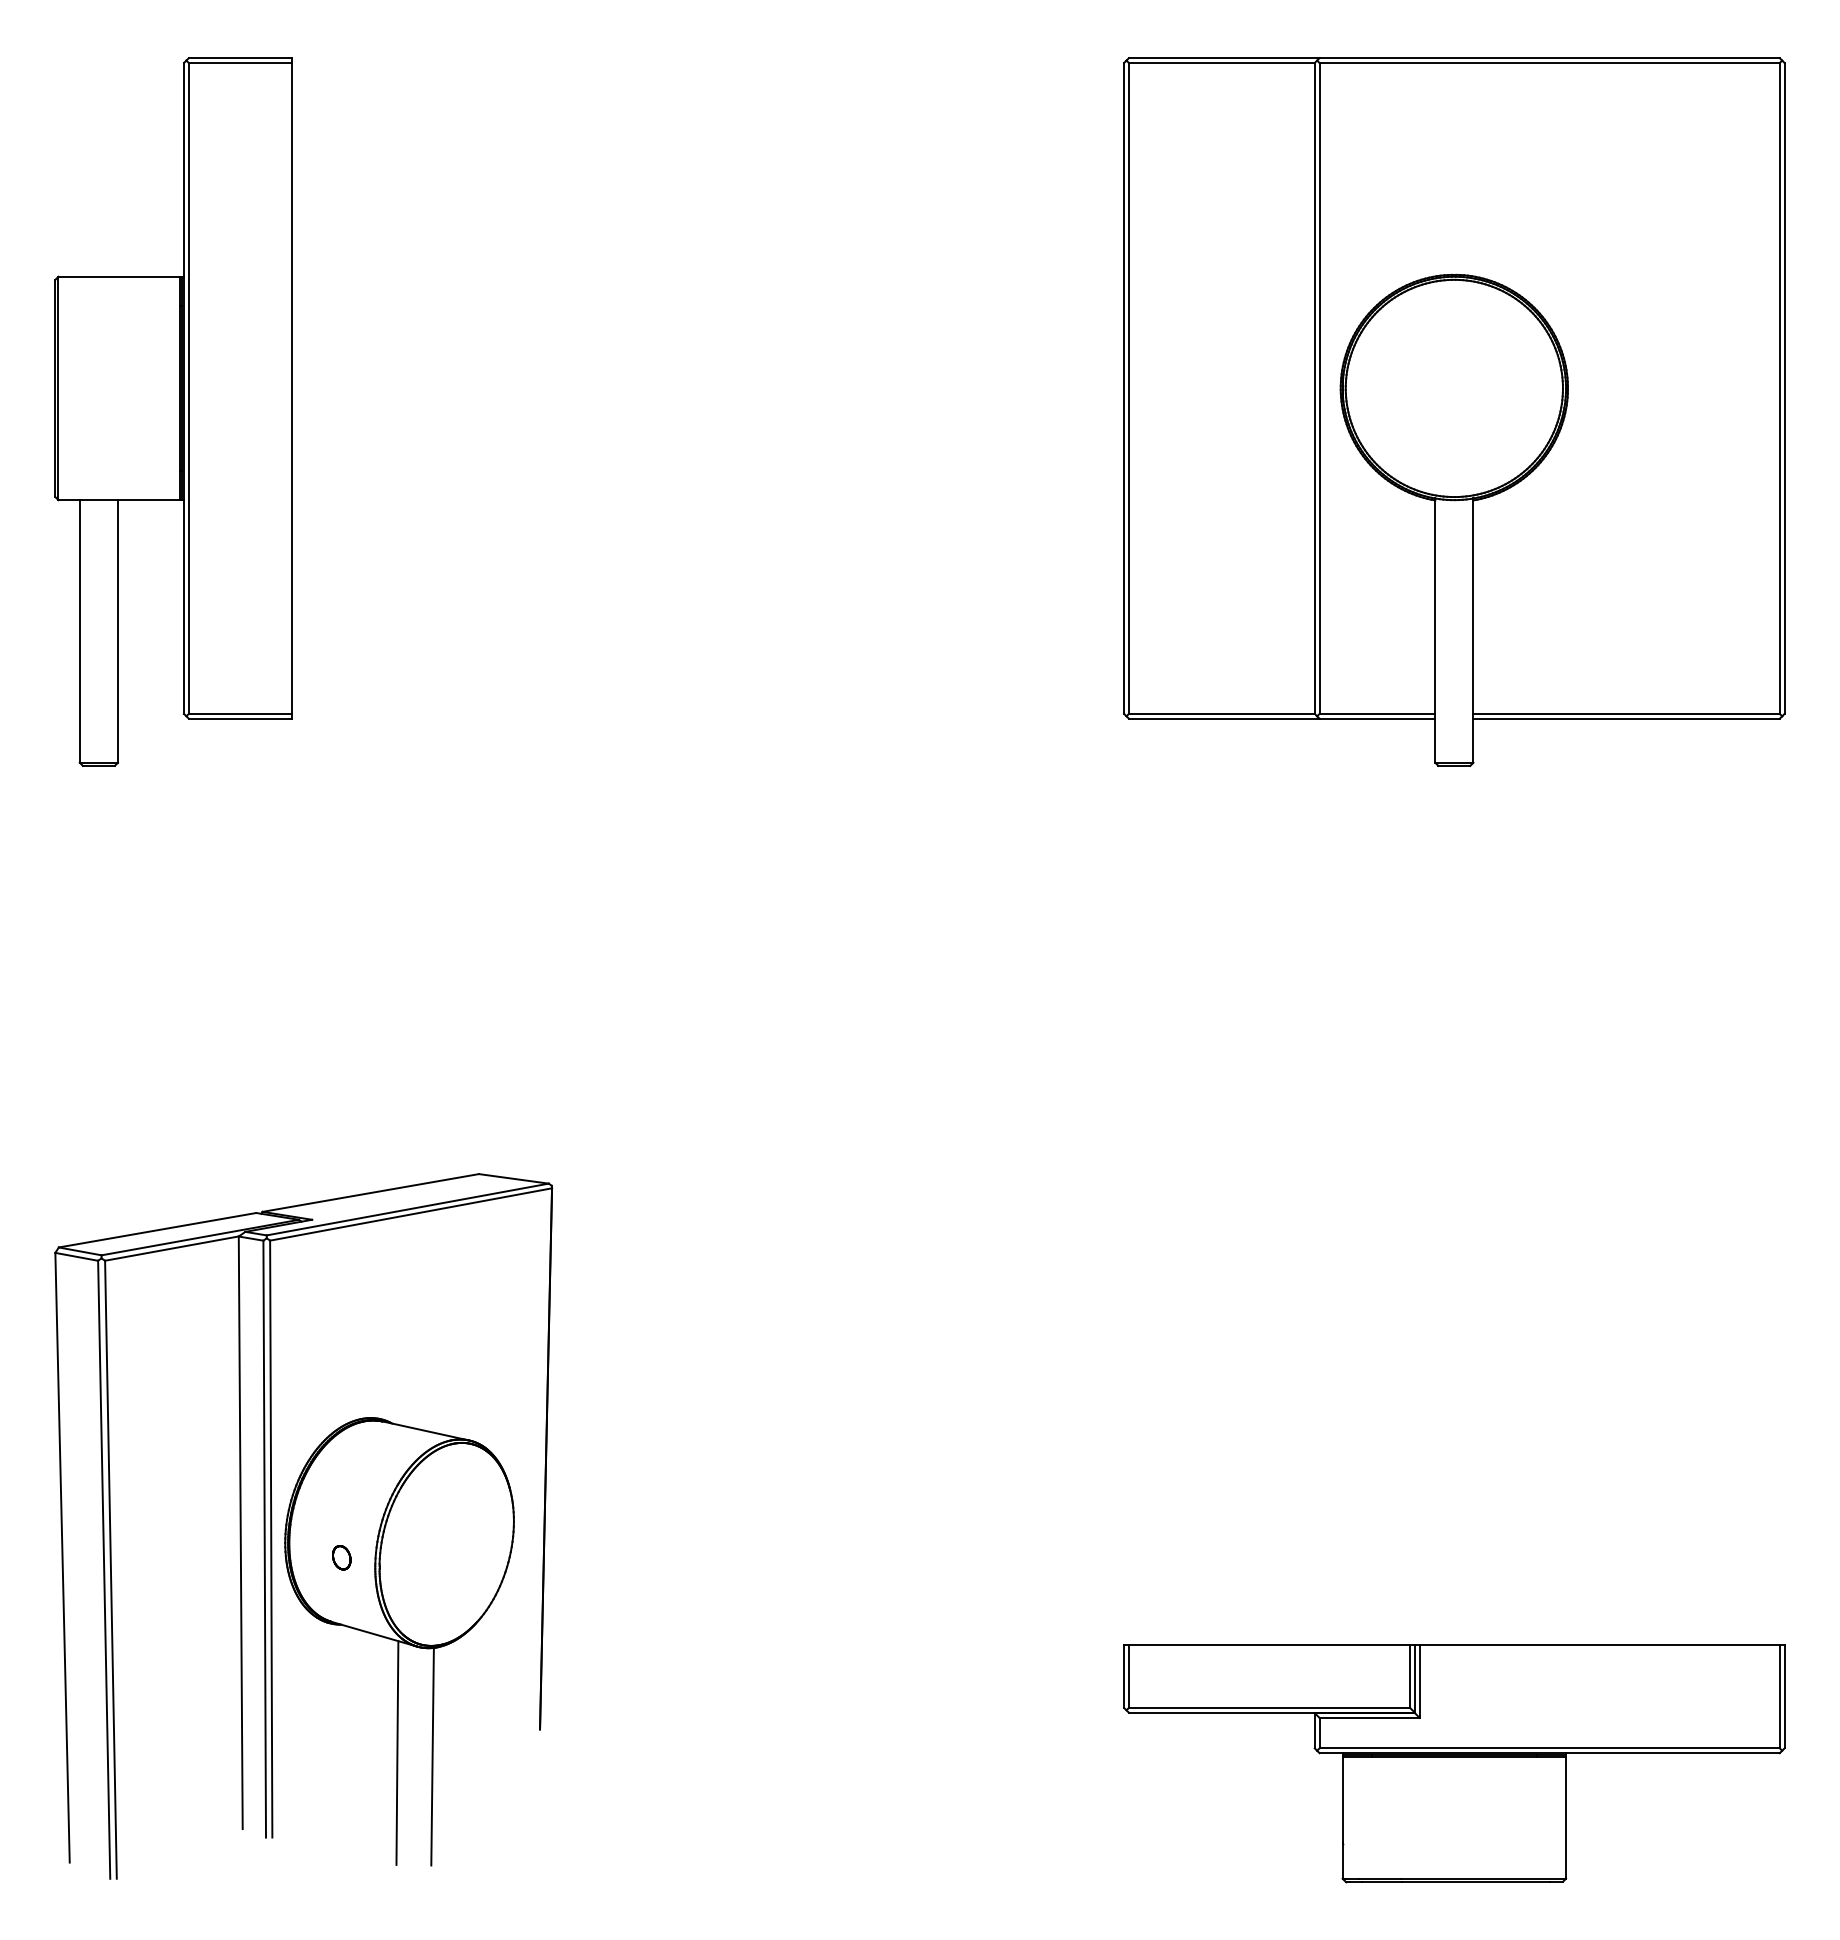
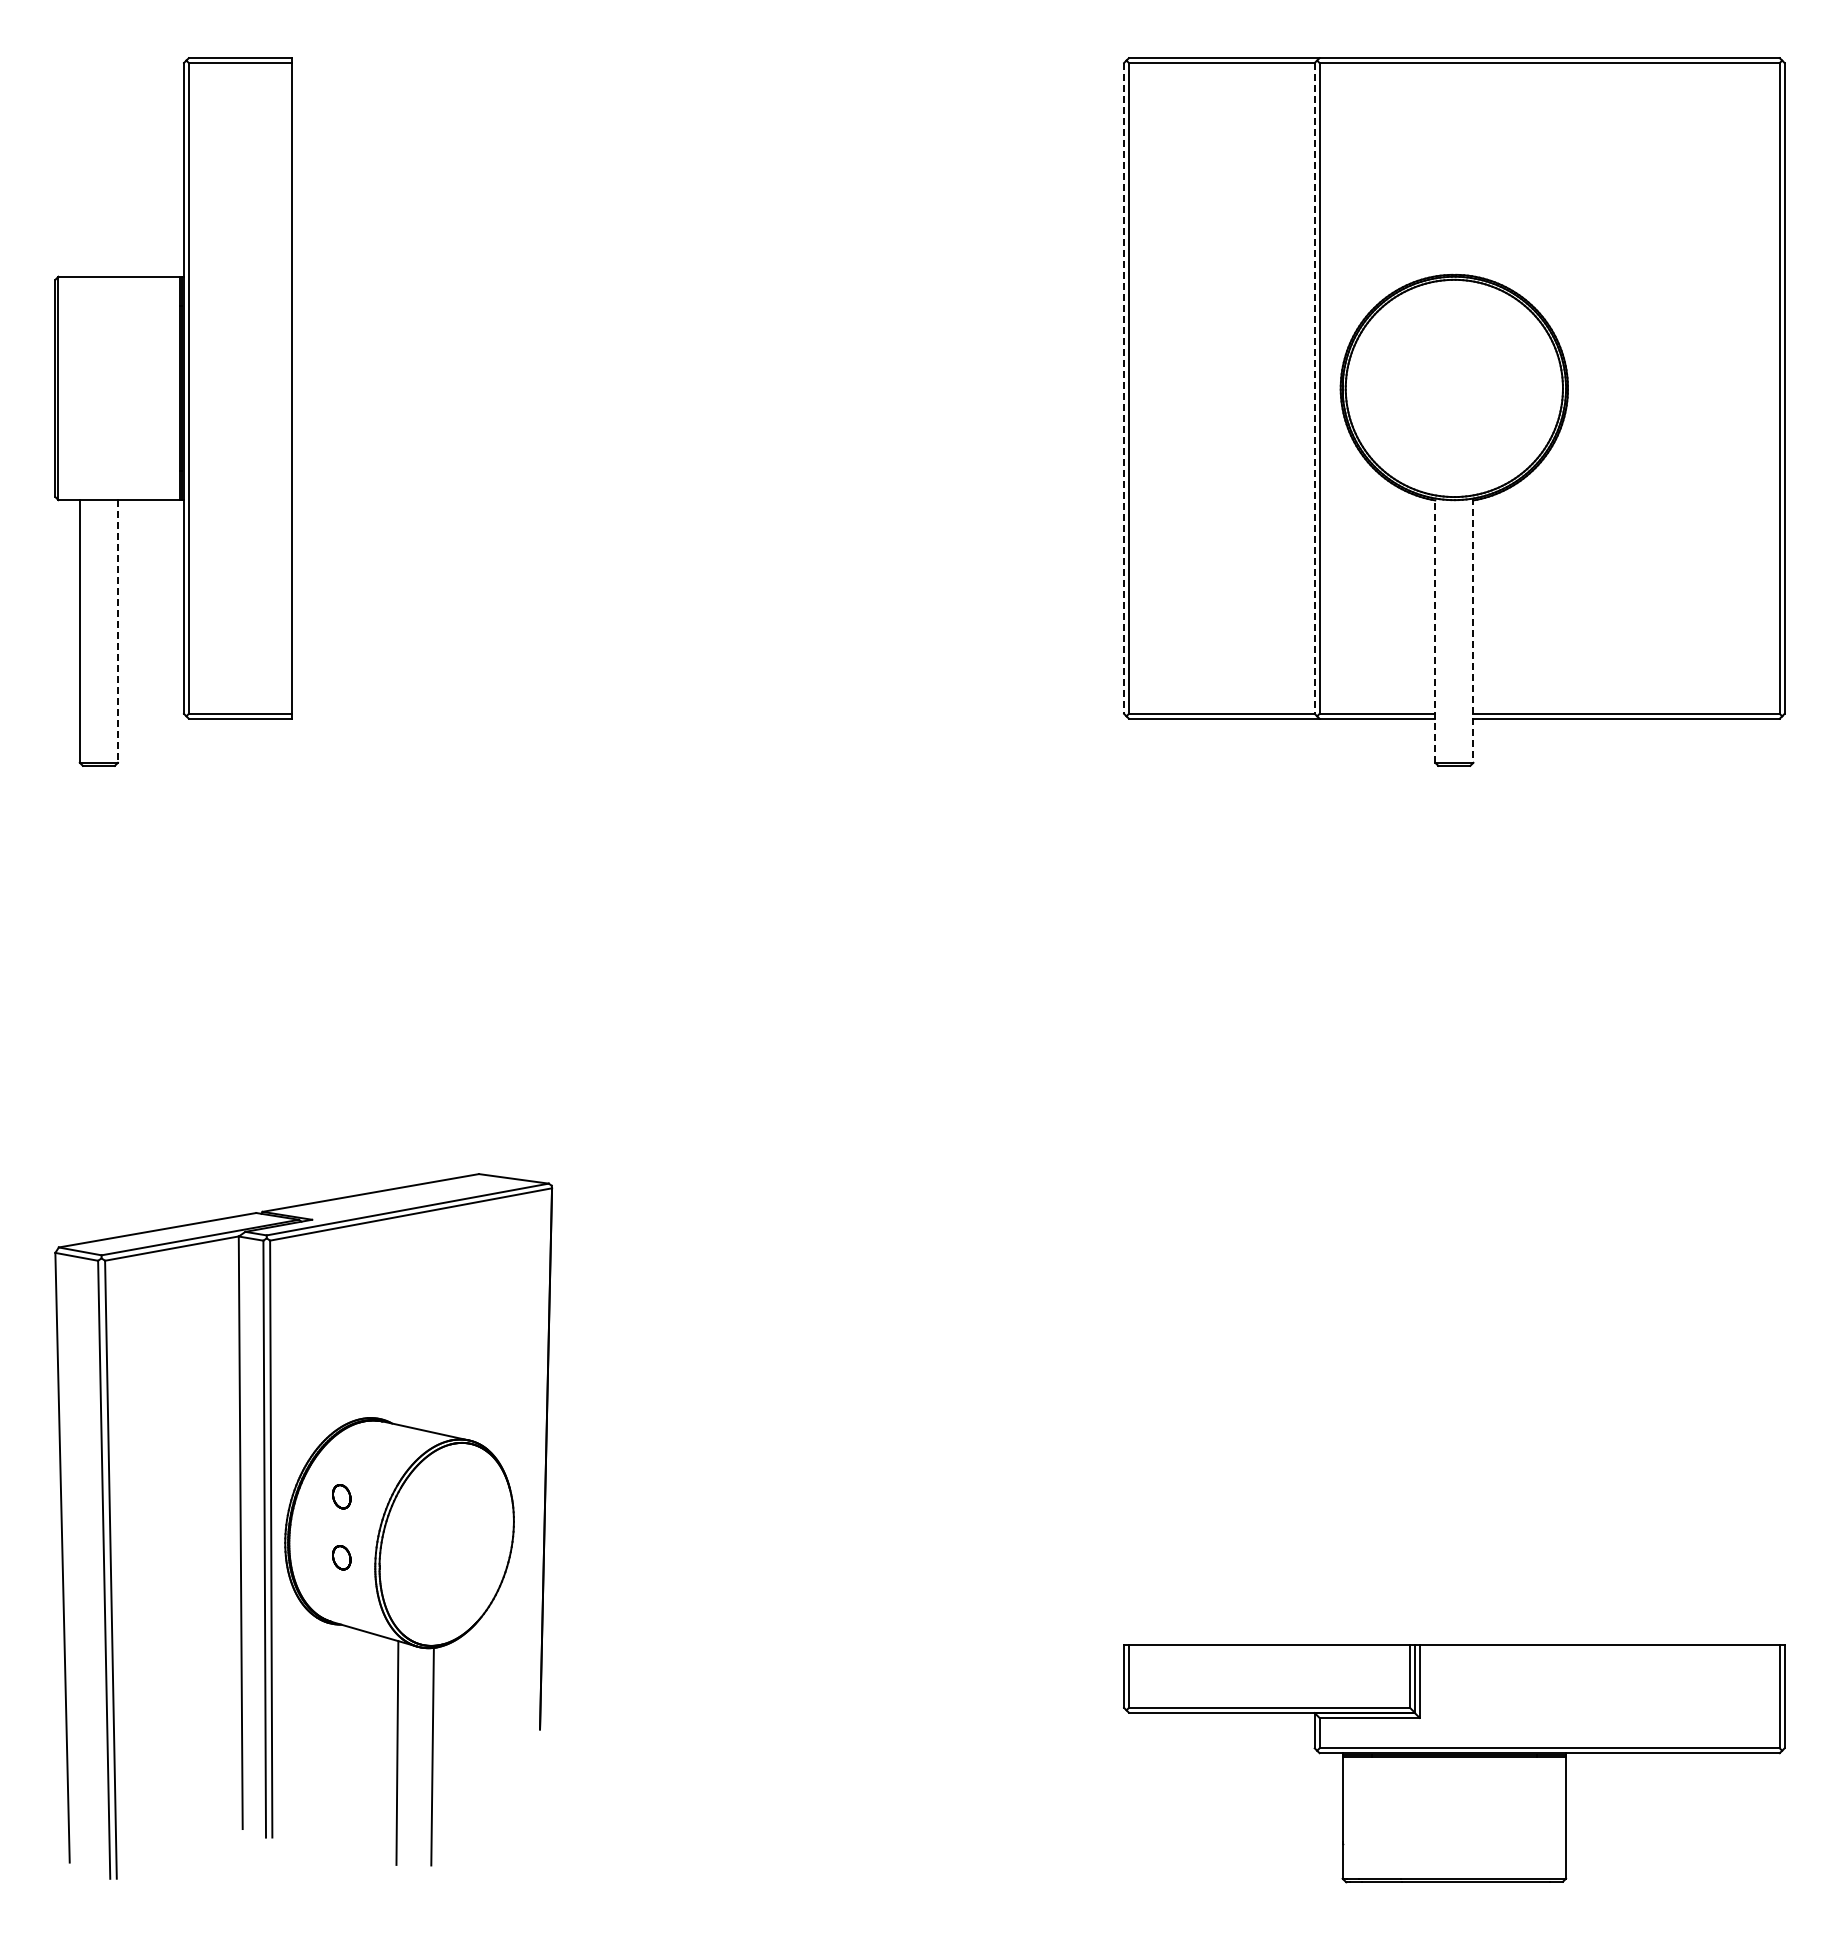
line at (1124, 388): solid -> dashed
line at (1314, 388): solid -> dashed
line at (1435, 630): solid -> dashed
line at (117, 631): solid -> dashed
line at (1473, 631): solid -> dashed
part at (341, 1496): none -> present
